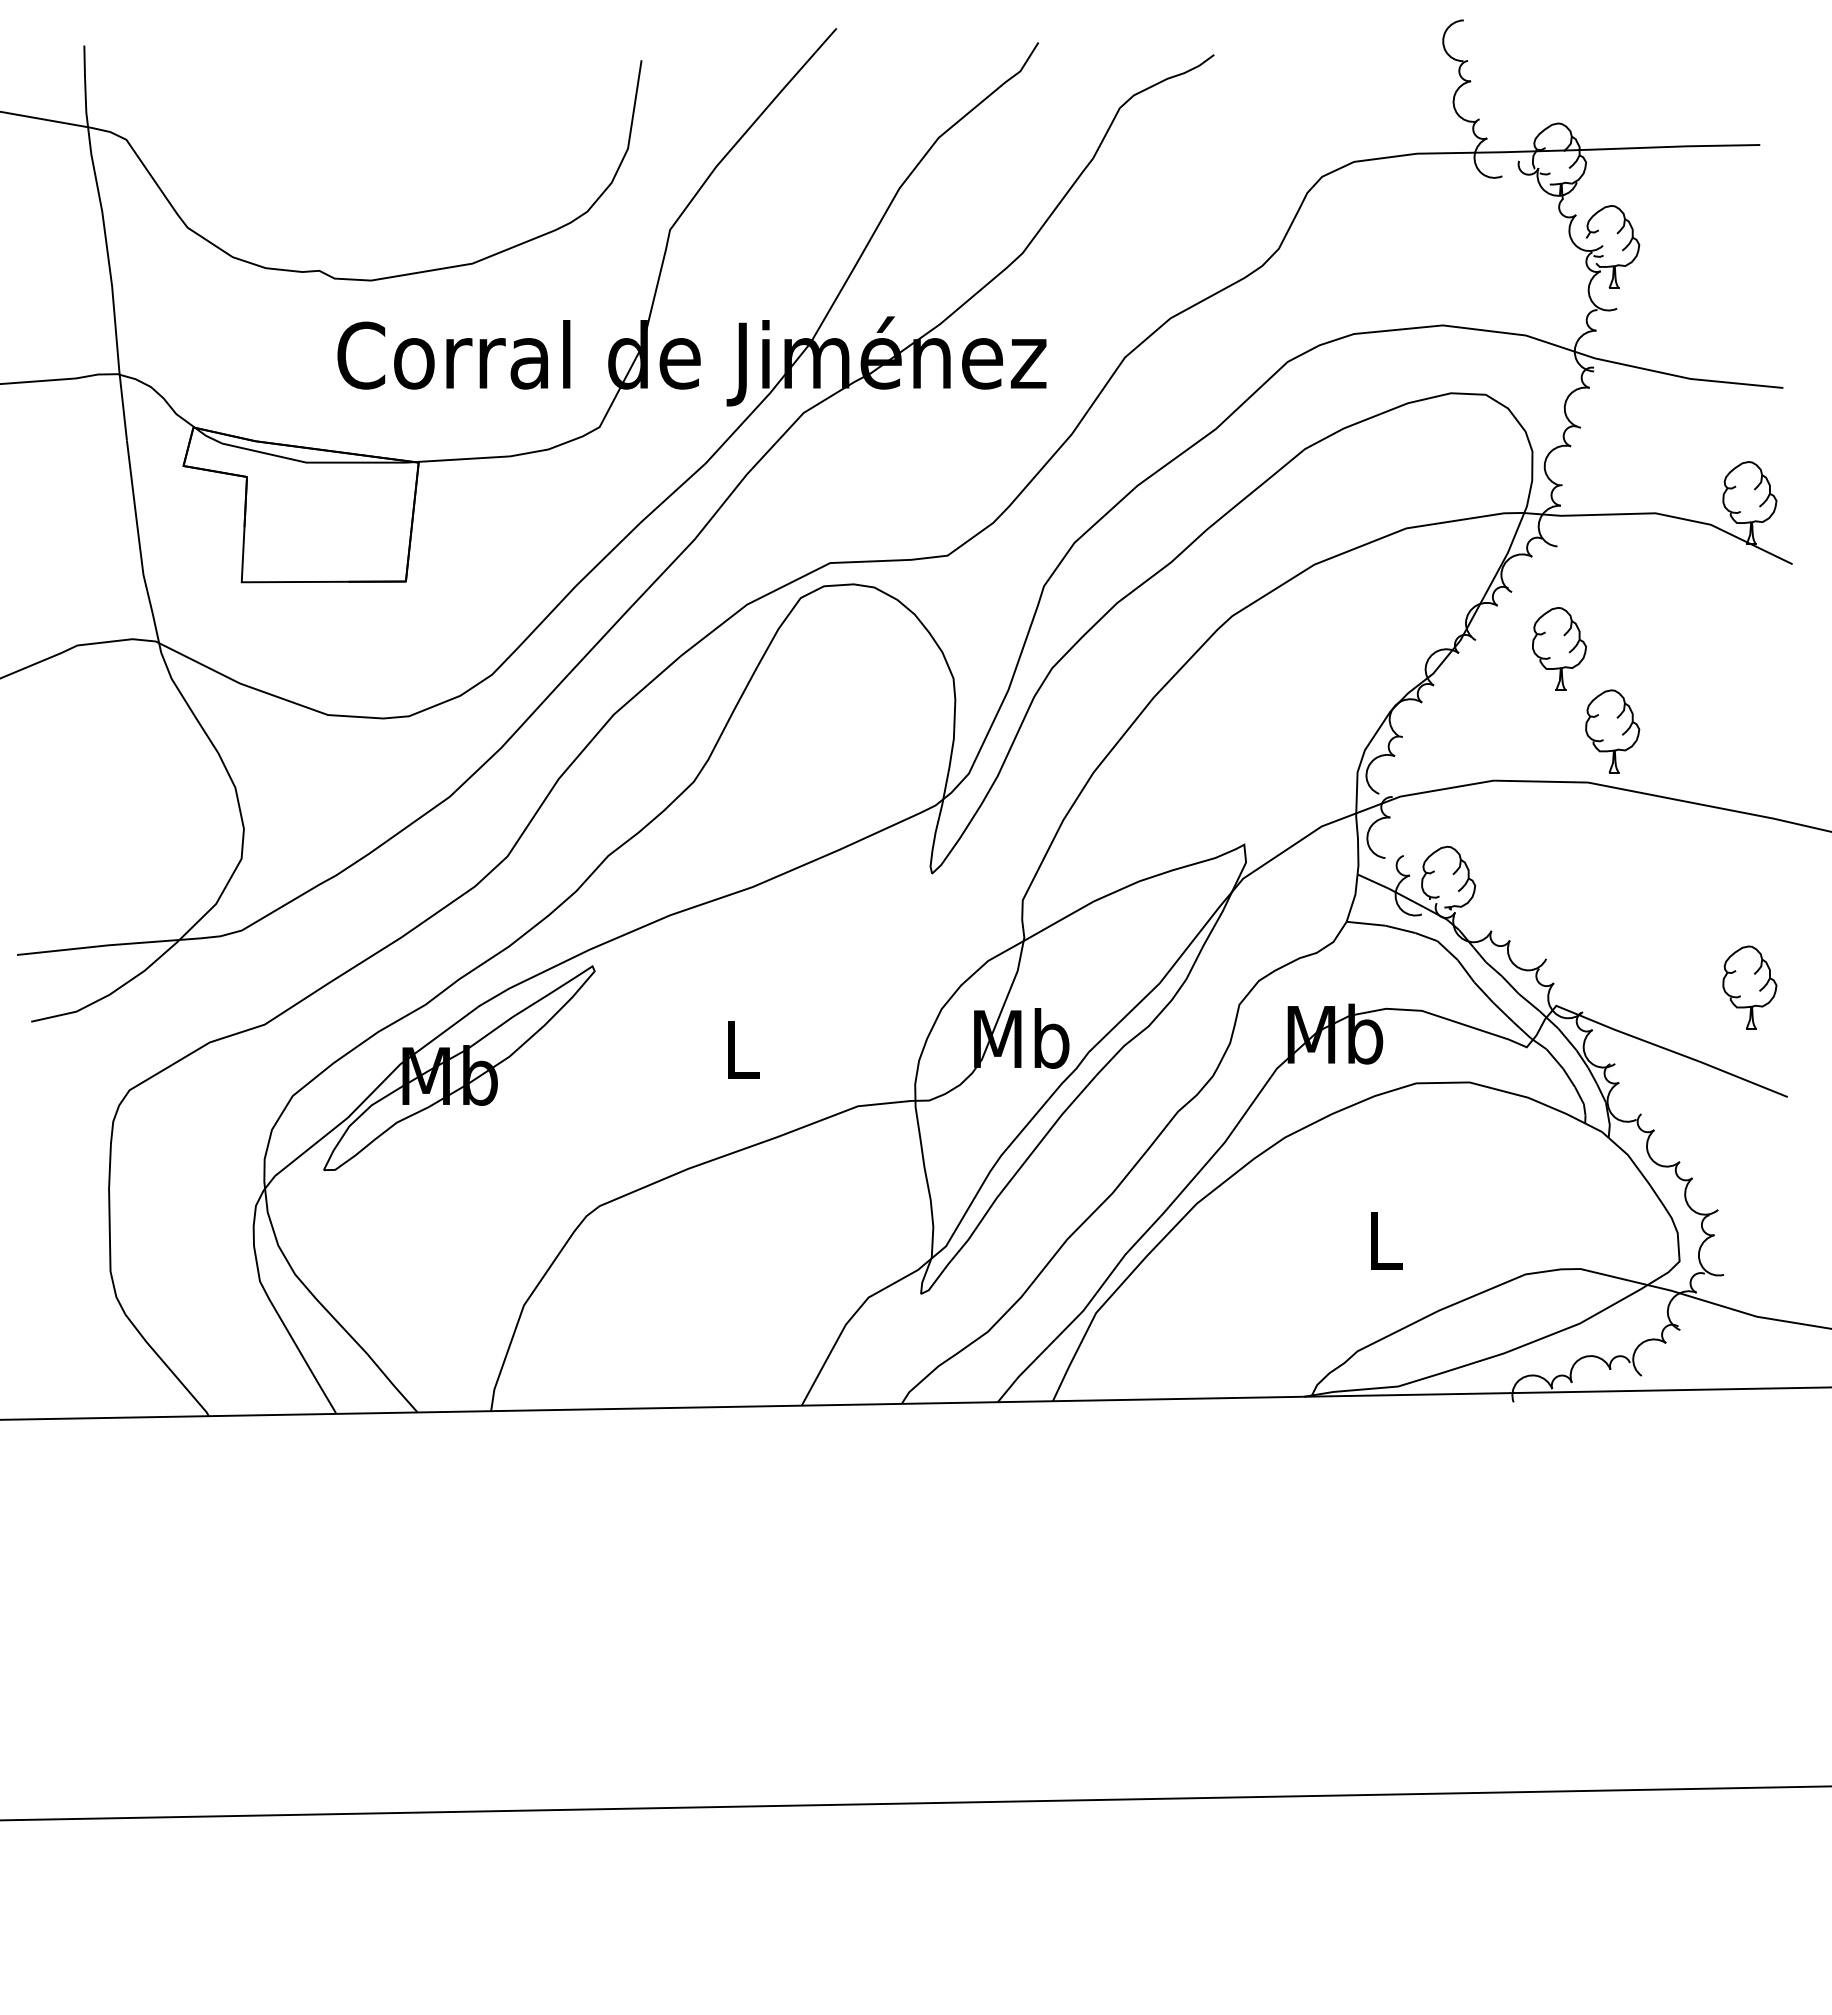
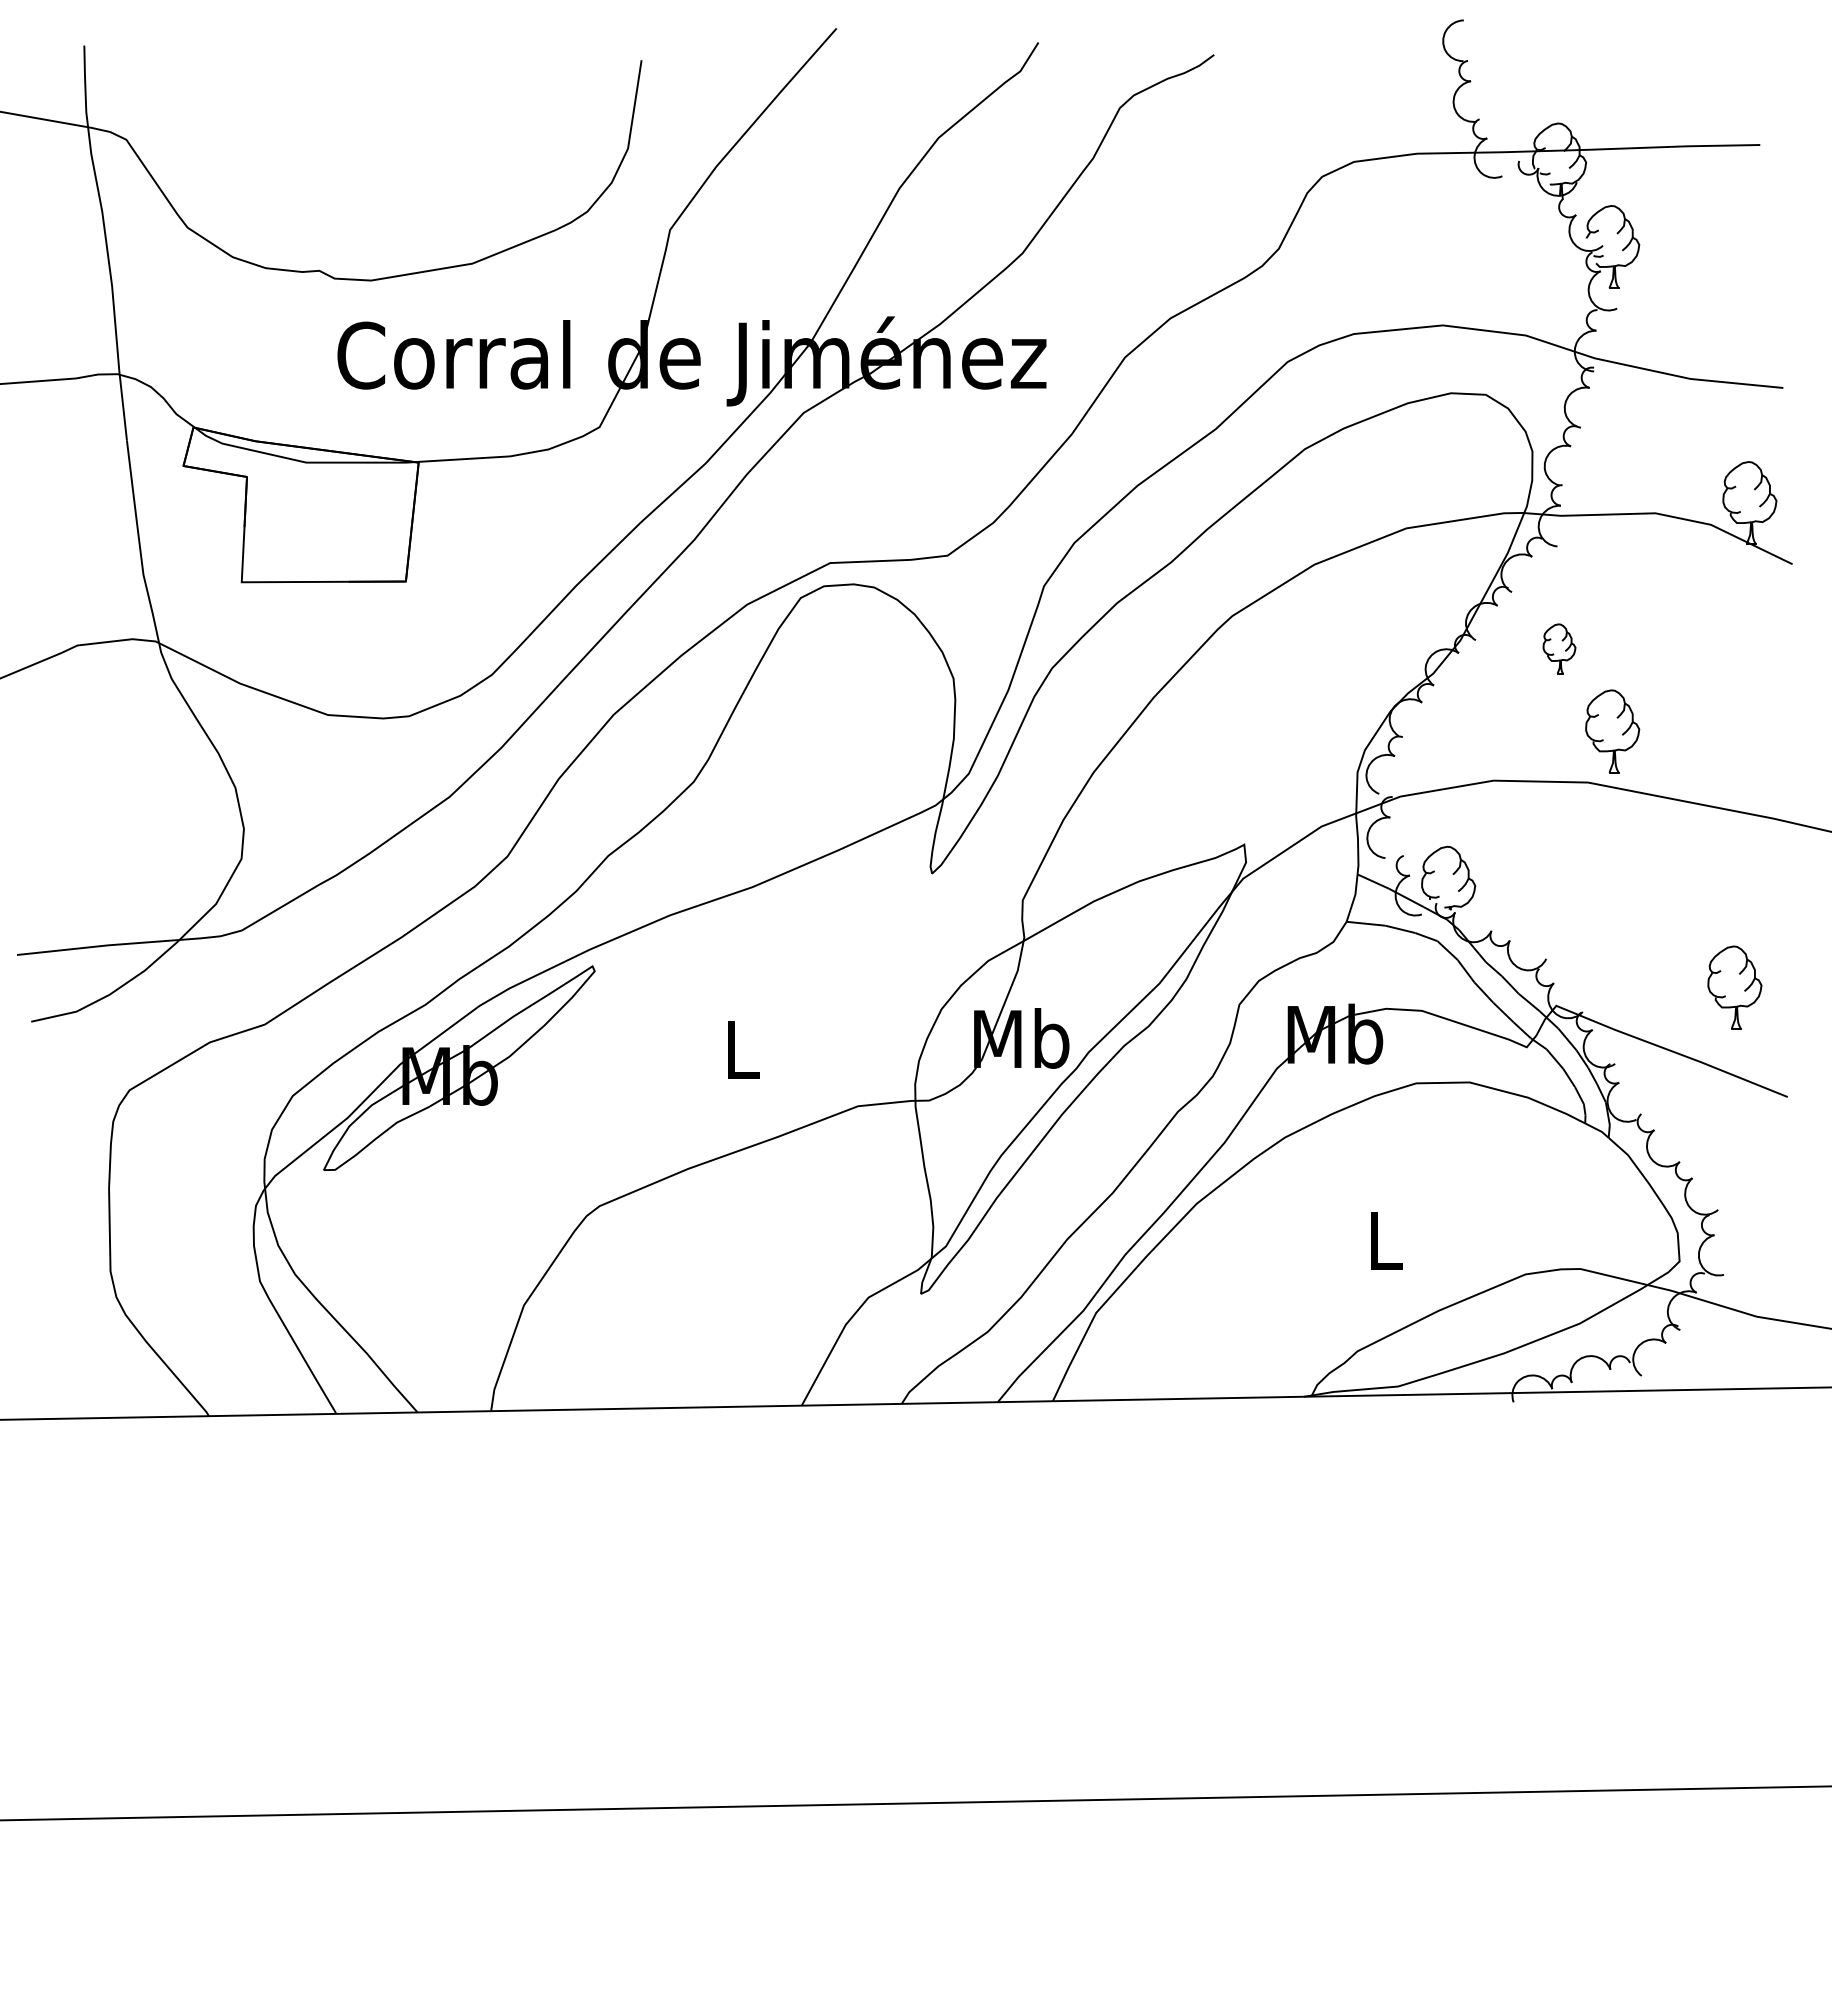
part at (1559, 648) size: 55x84 px -> 35x52 px
part at (1749, 987) position: (1749, 987) -> (1734, 987)
